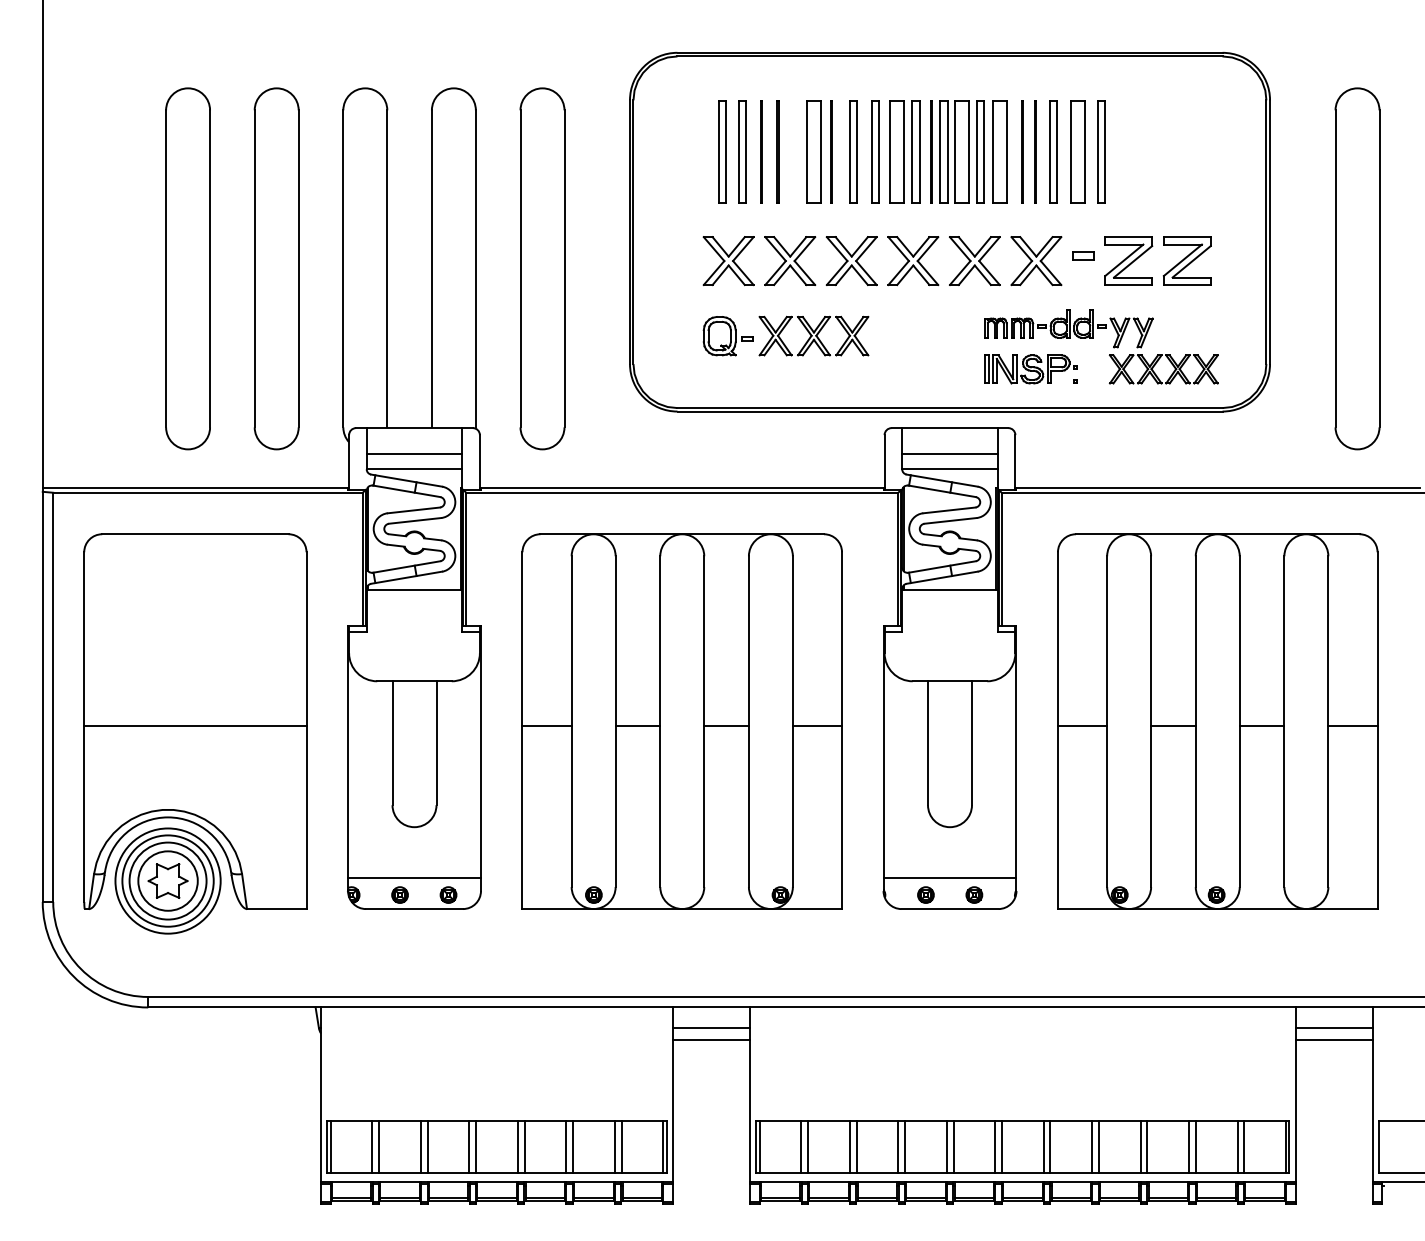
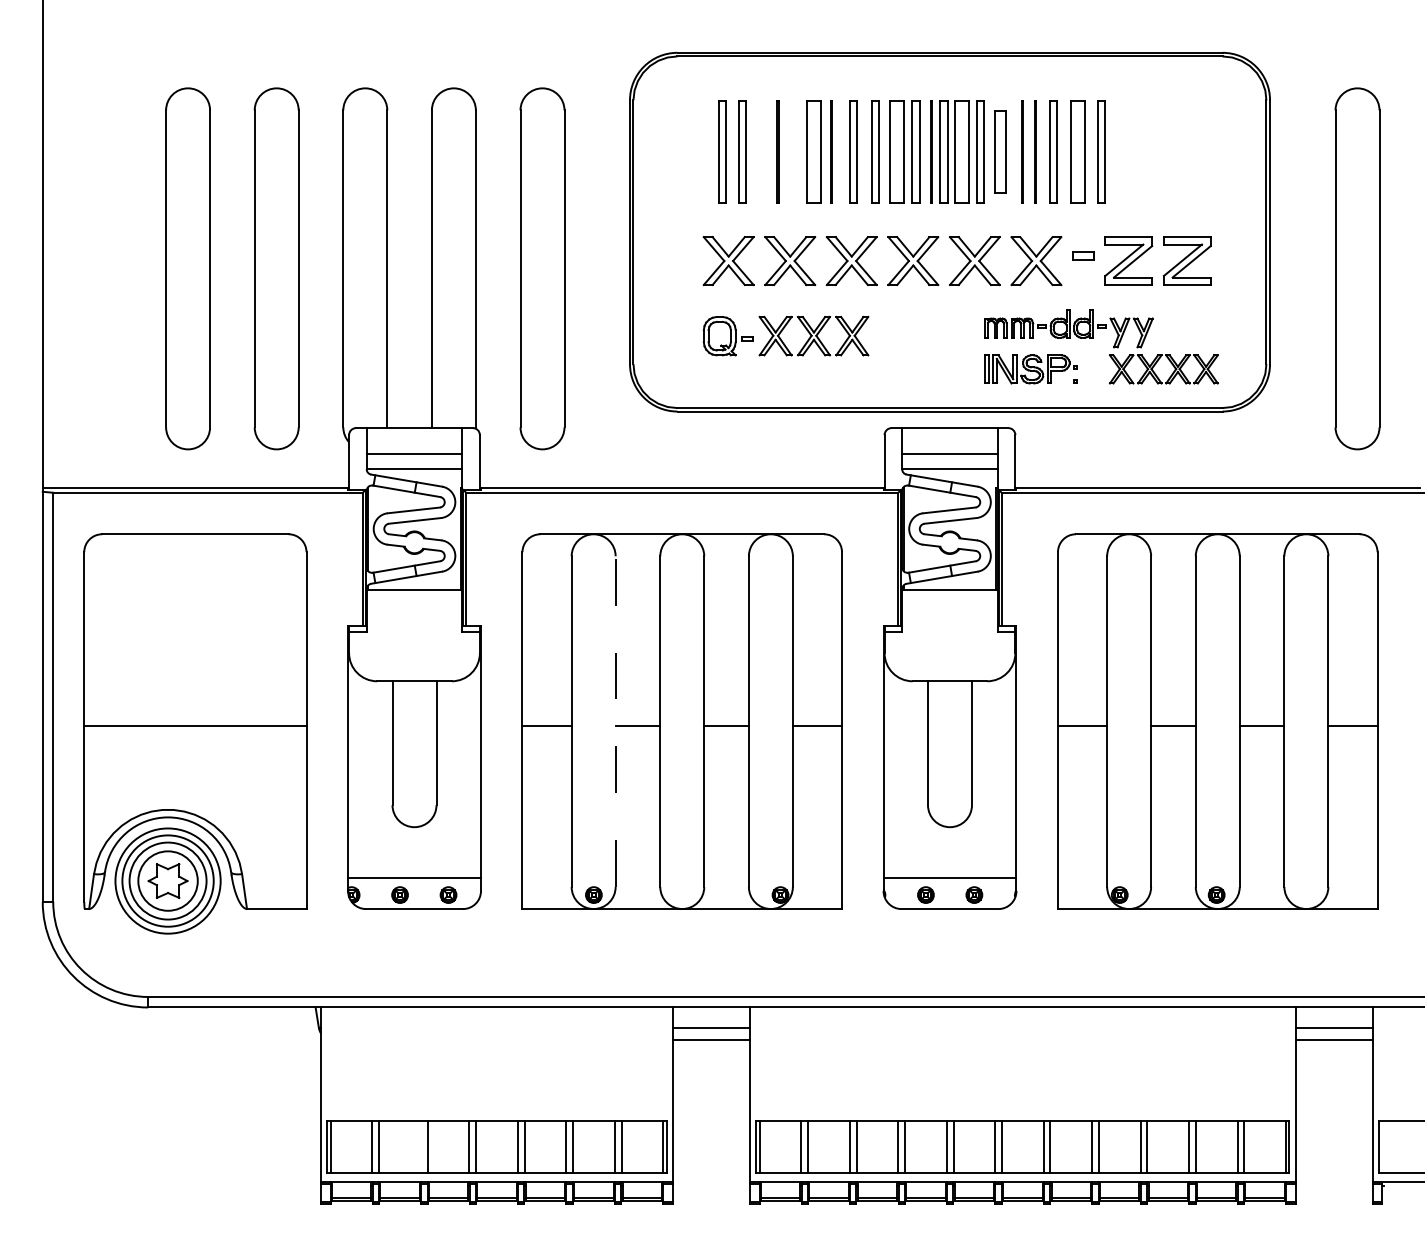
line at (761, 151): present -> none
part at (999, 151) size: 16x104 px -> 13x84 px
line at (615, 721): solid -> dashed
line at (420, 1147): present -> none
